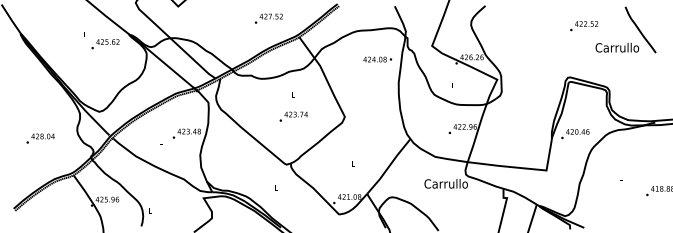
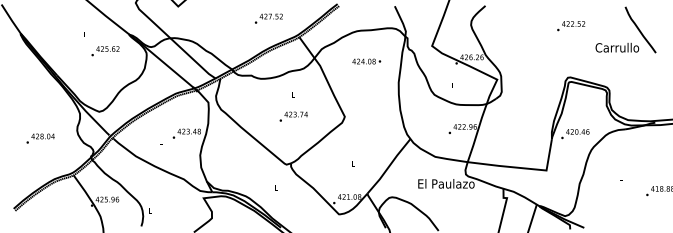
text at (584, 26) position: (584, 26) -> (571, 26)
text at (105, 44) position: (105, 44) -> (105, 51)
text at (377, 59) position: (377, 59) -> (366, 61)
text at (446, 183): Carrullo -> El Paulazo
